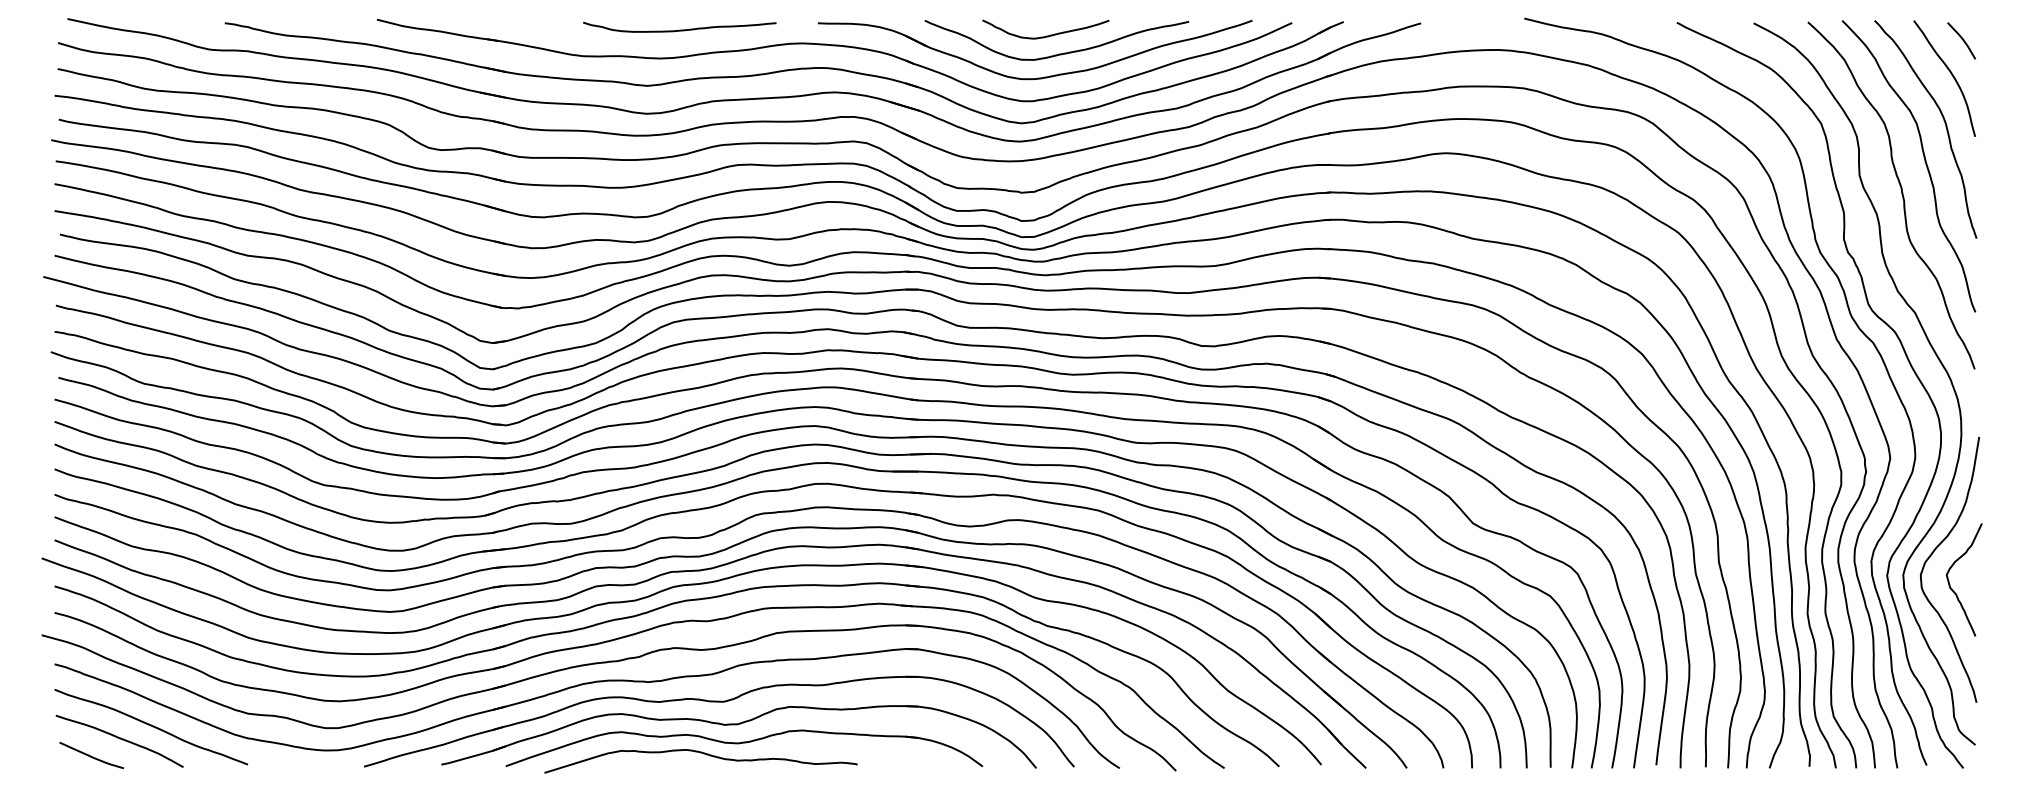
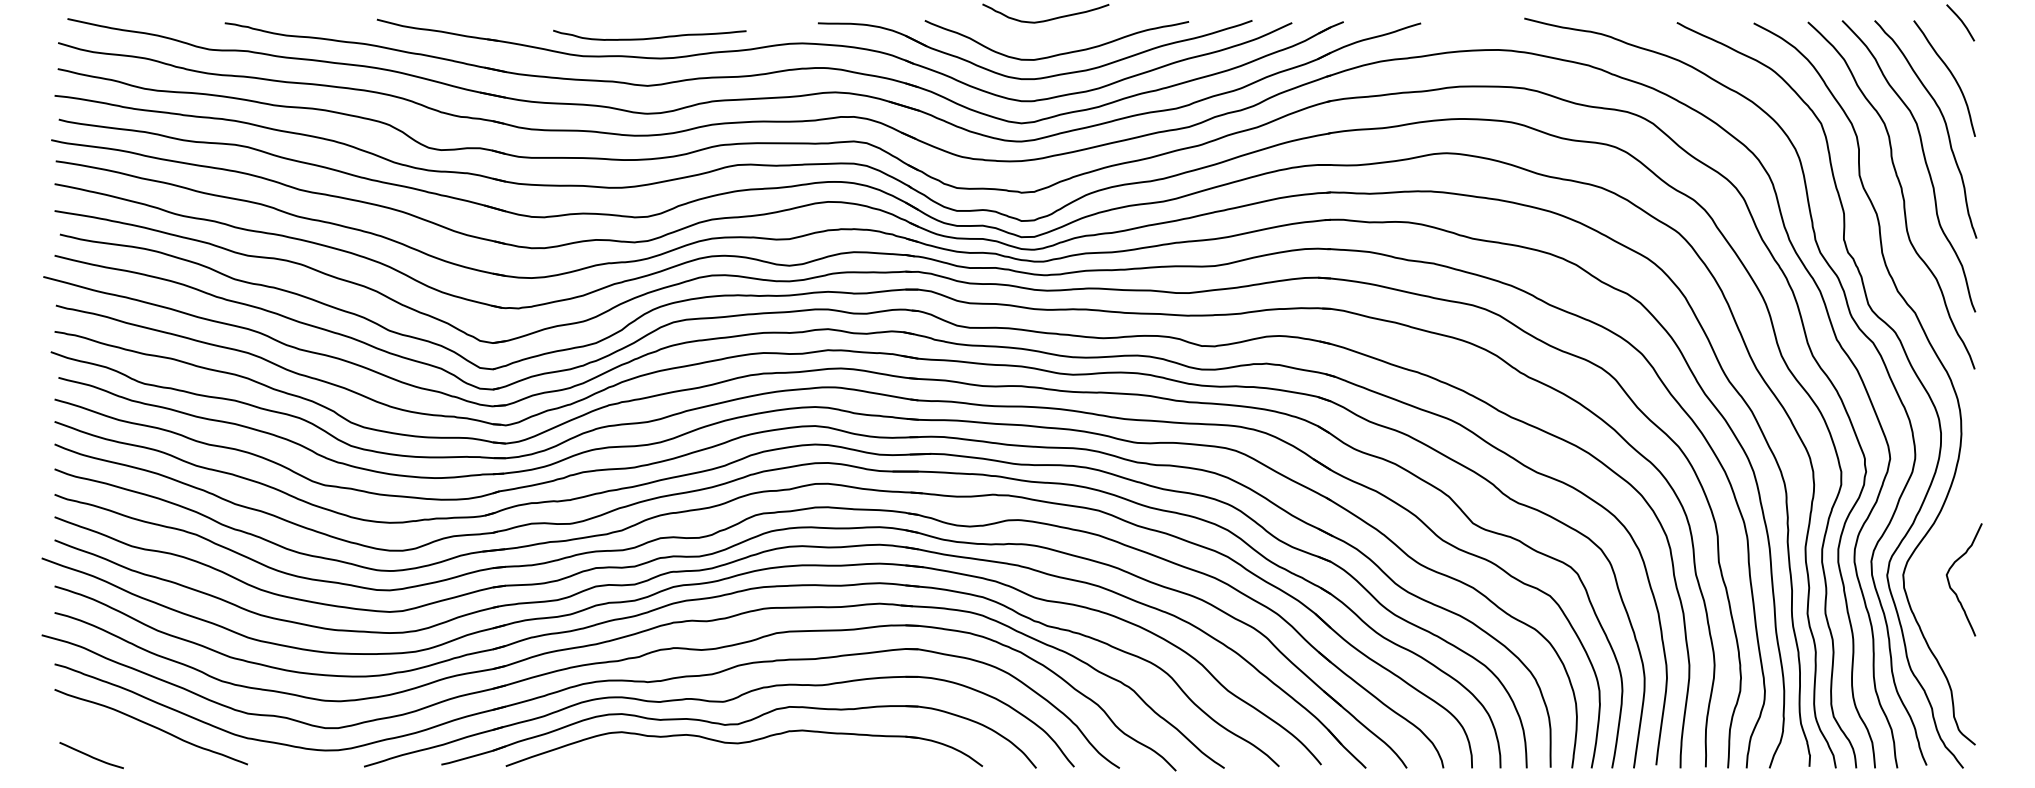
curve at (679, 29) position: (679, 29) -> (649, 37)
curve at (1046, 35) position: (1046, 35) -> (1046, 19)
line at (1961, 39) position: (1961, 39) -> (1960, 21)
curve at (1931, 556): present -> none
curve at (119, 739): present -> none
curve at (703, 754): present -> none
